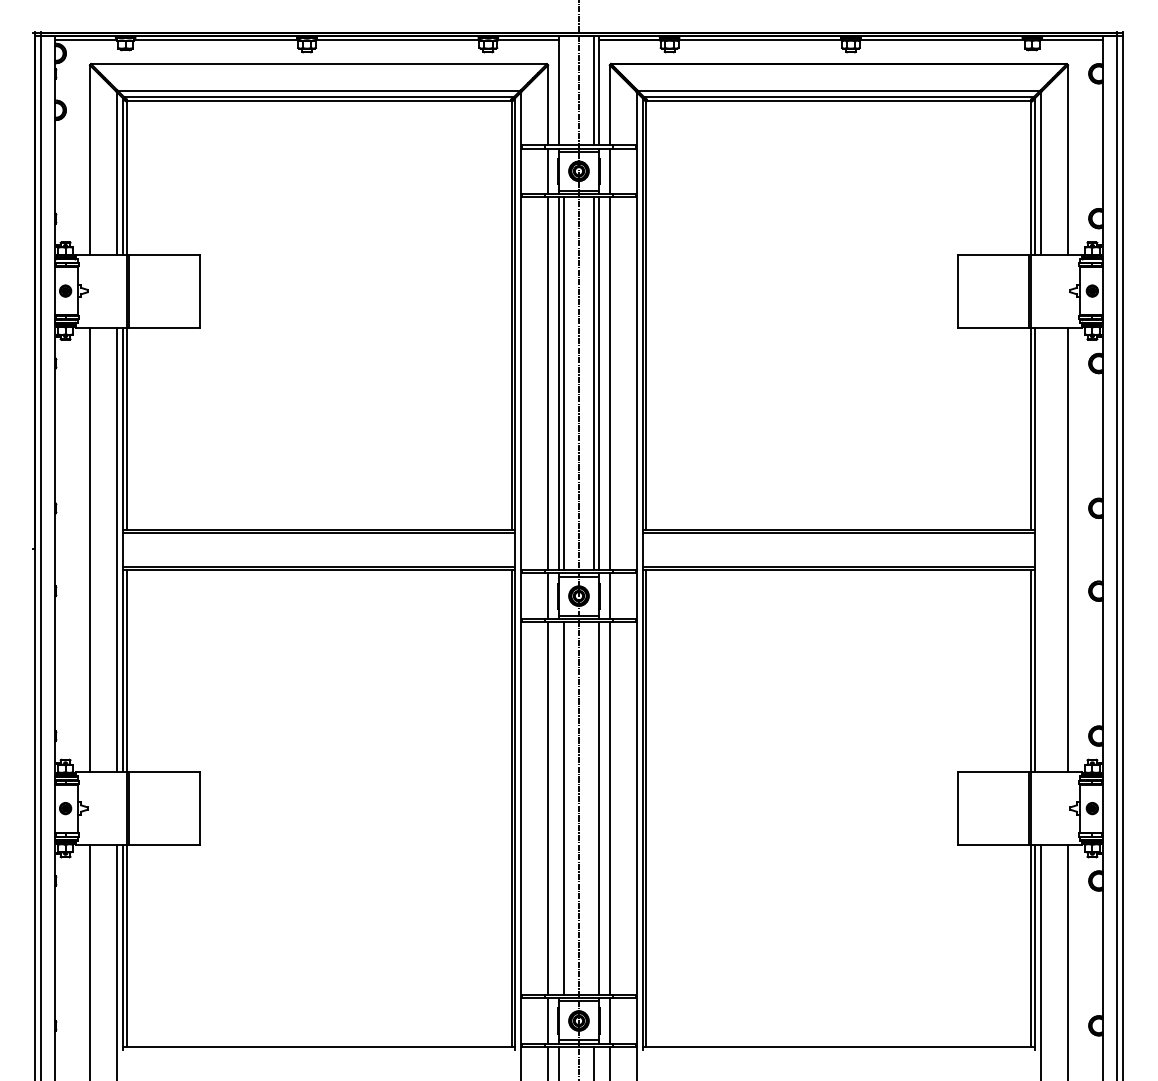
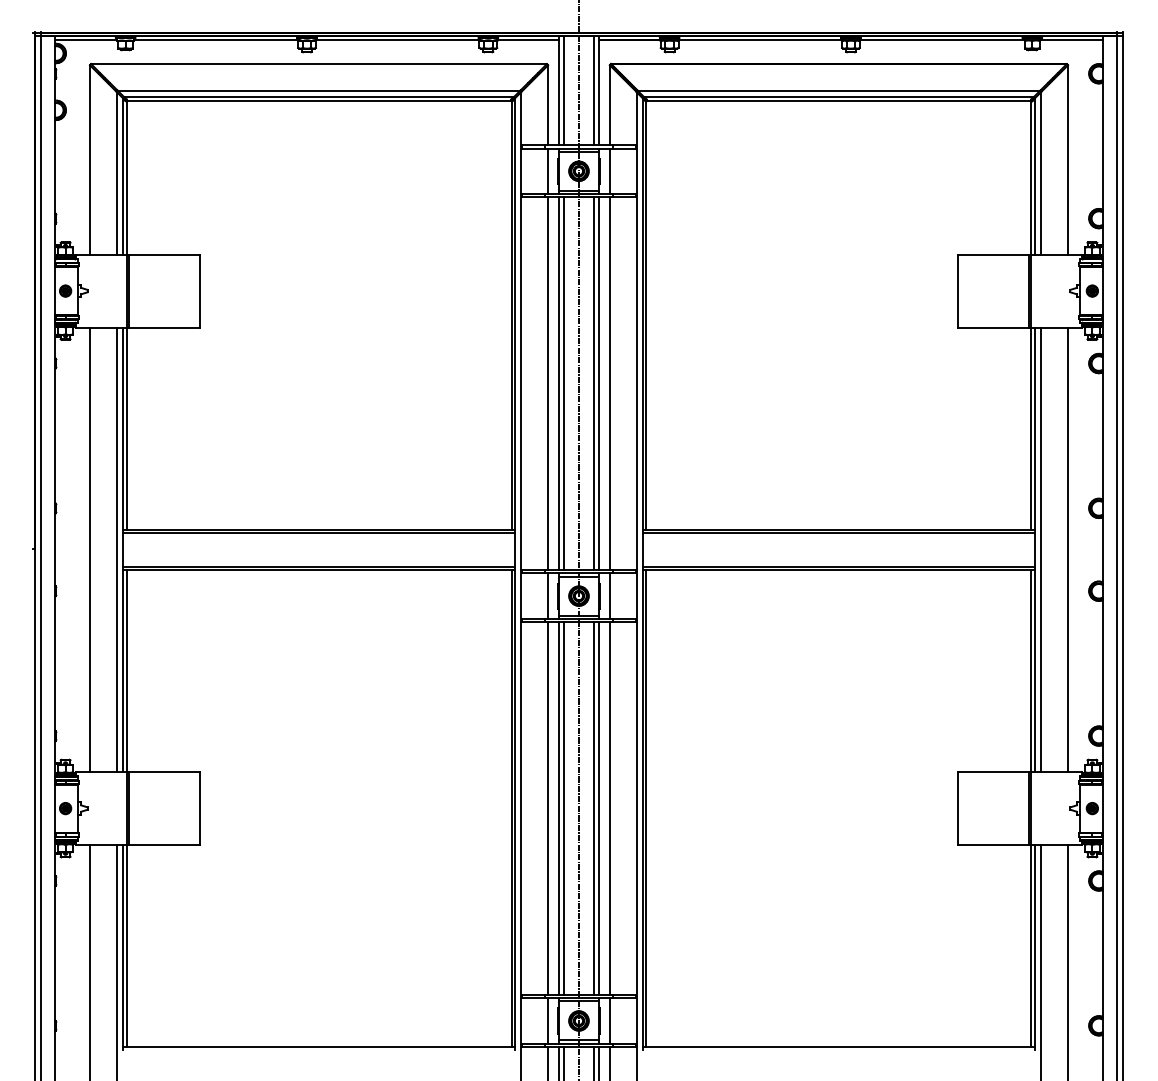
line at (564, 90): none -> present
line at (1041, 549): none -> present
line at (558, 808): none -> present
line at (593, 808): none -> present
line at (564, 1061): none -> present
line at (599, 1061): none -> present
